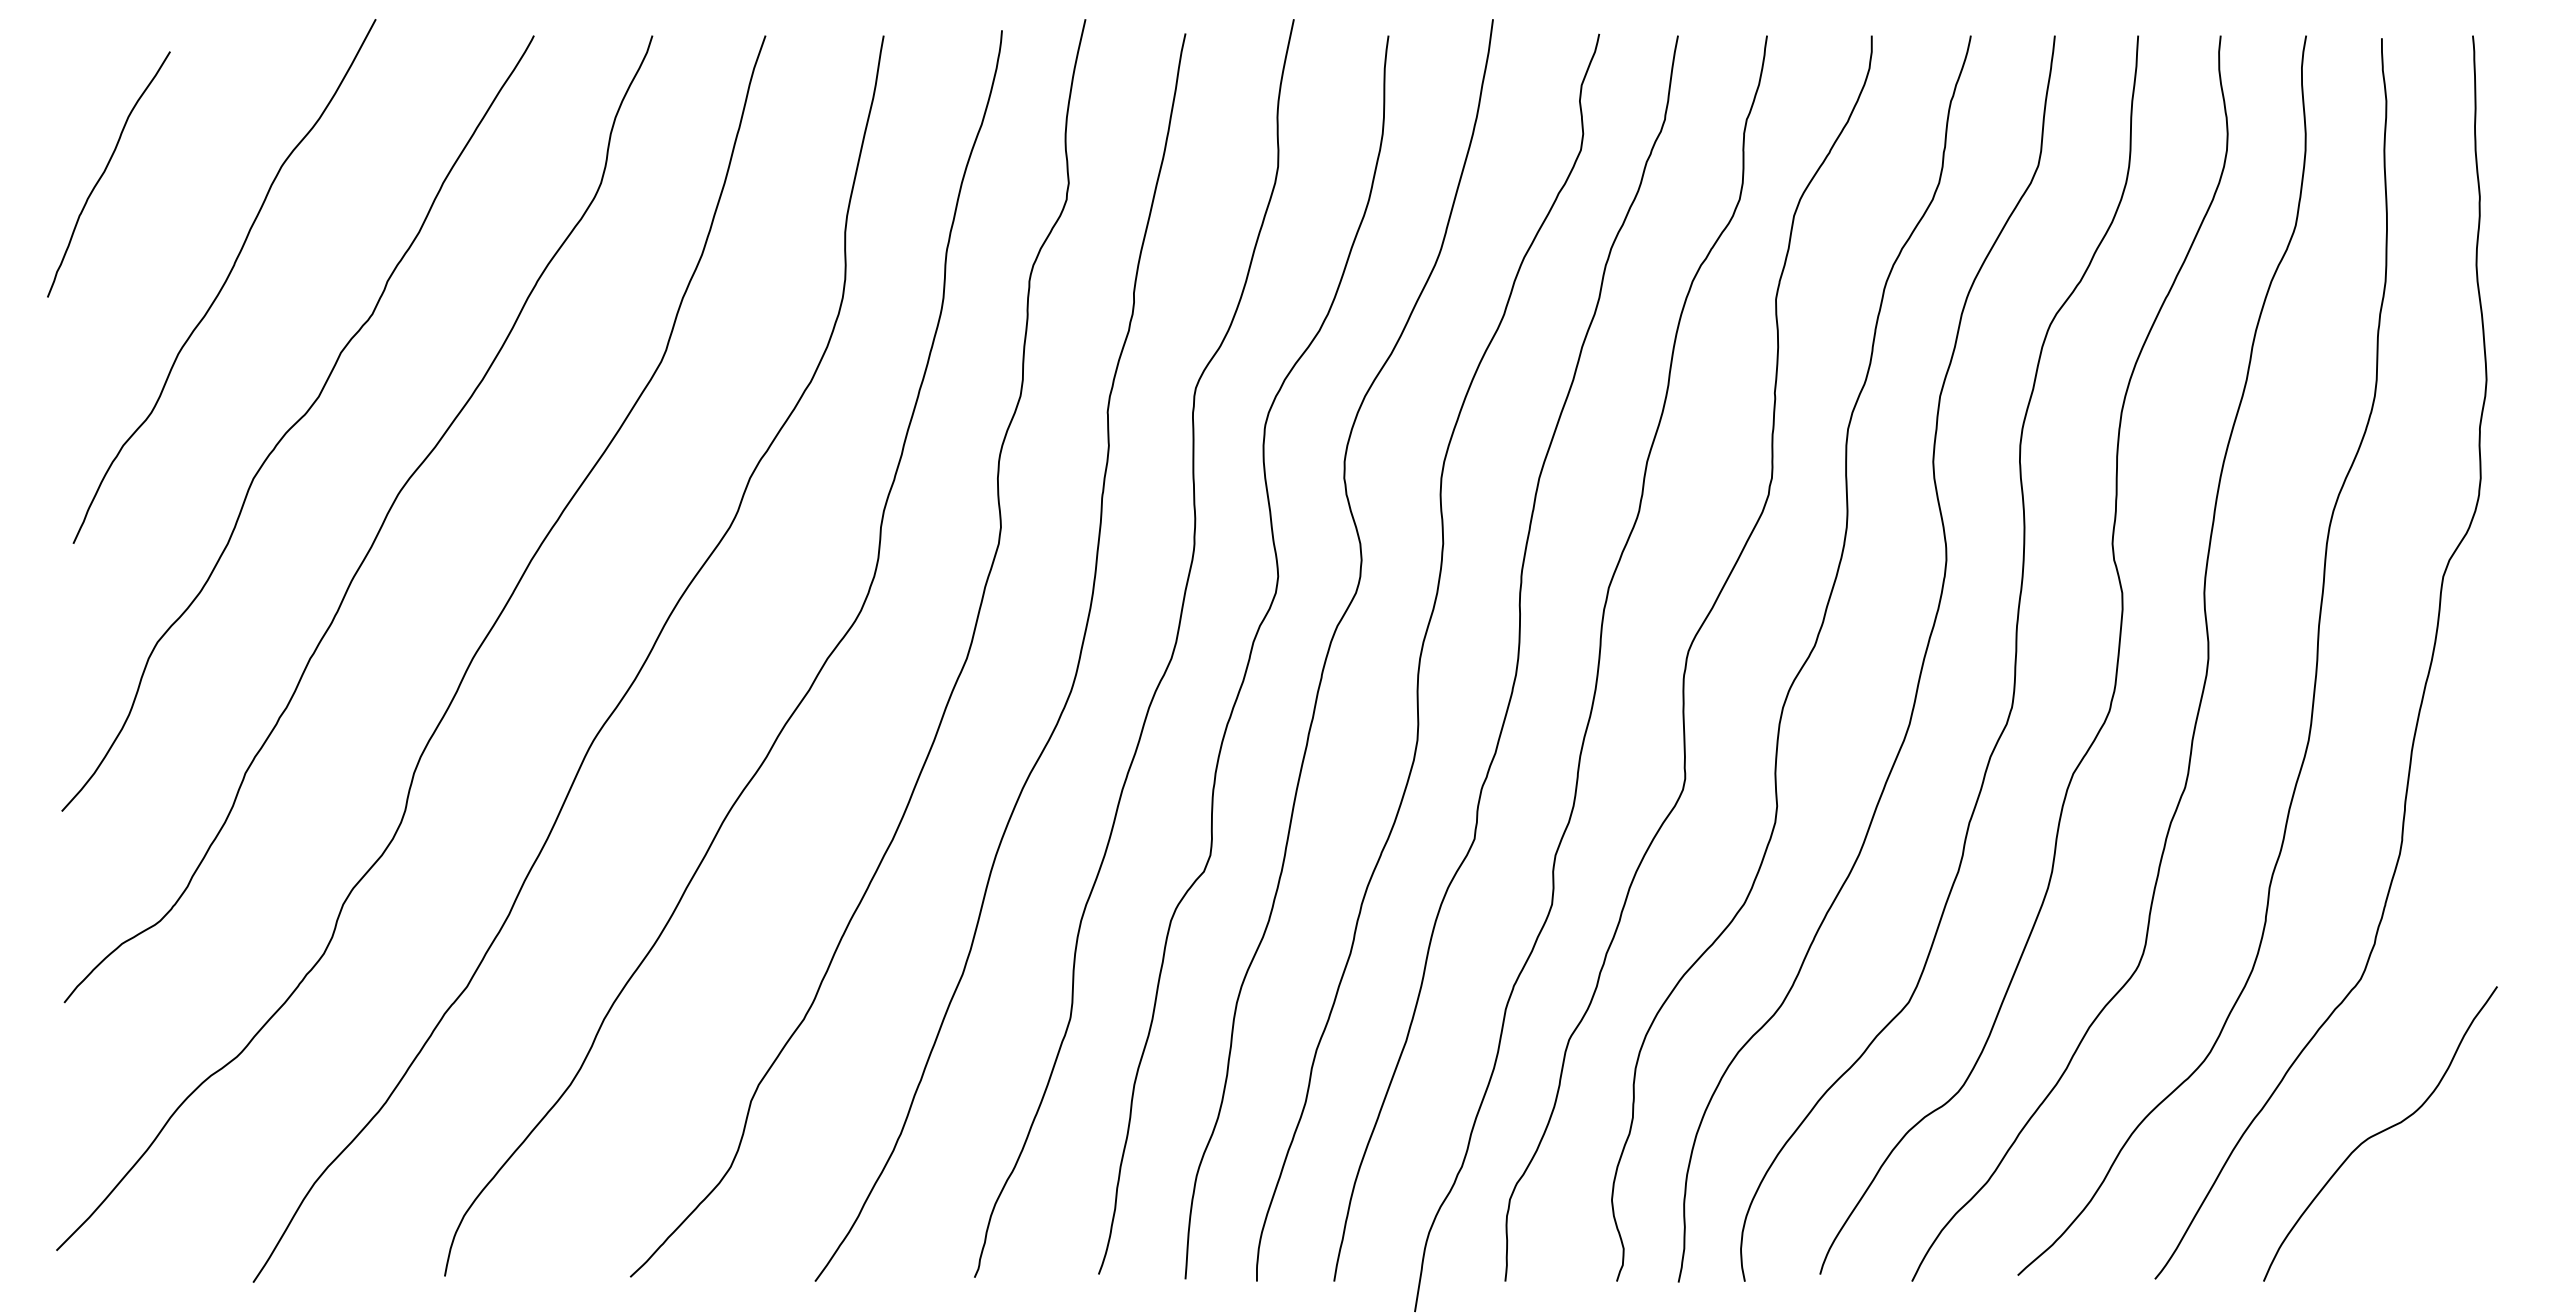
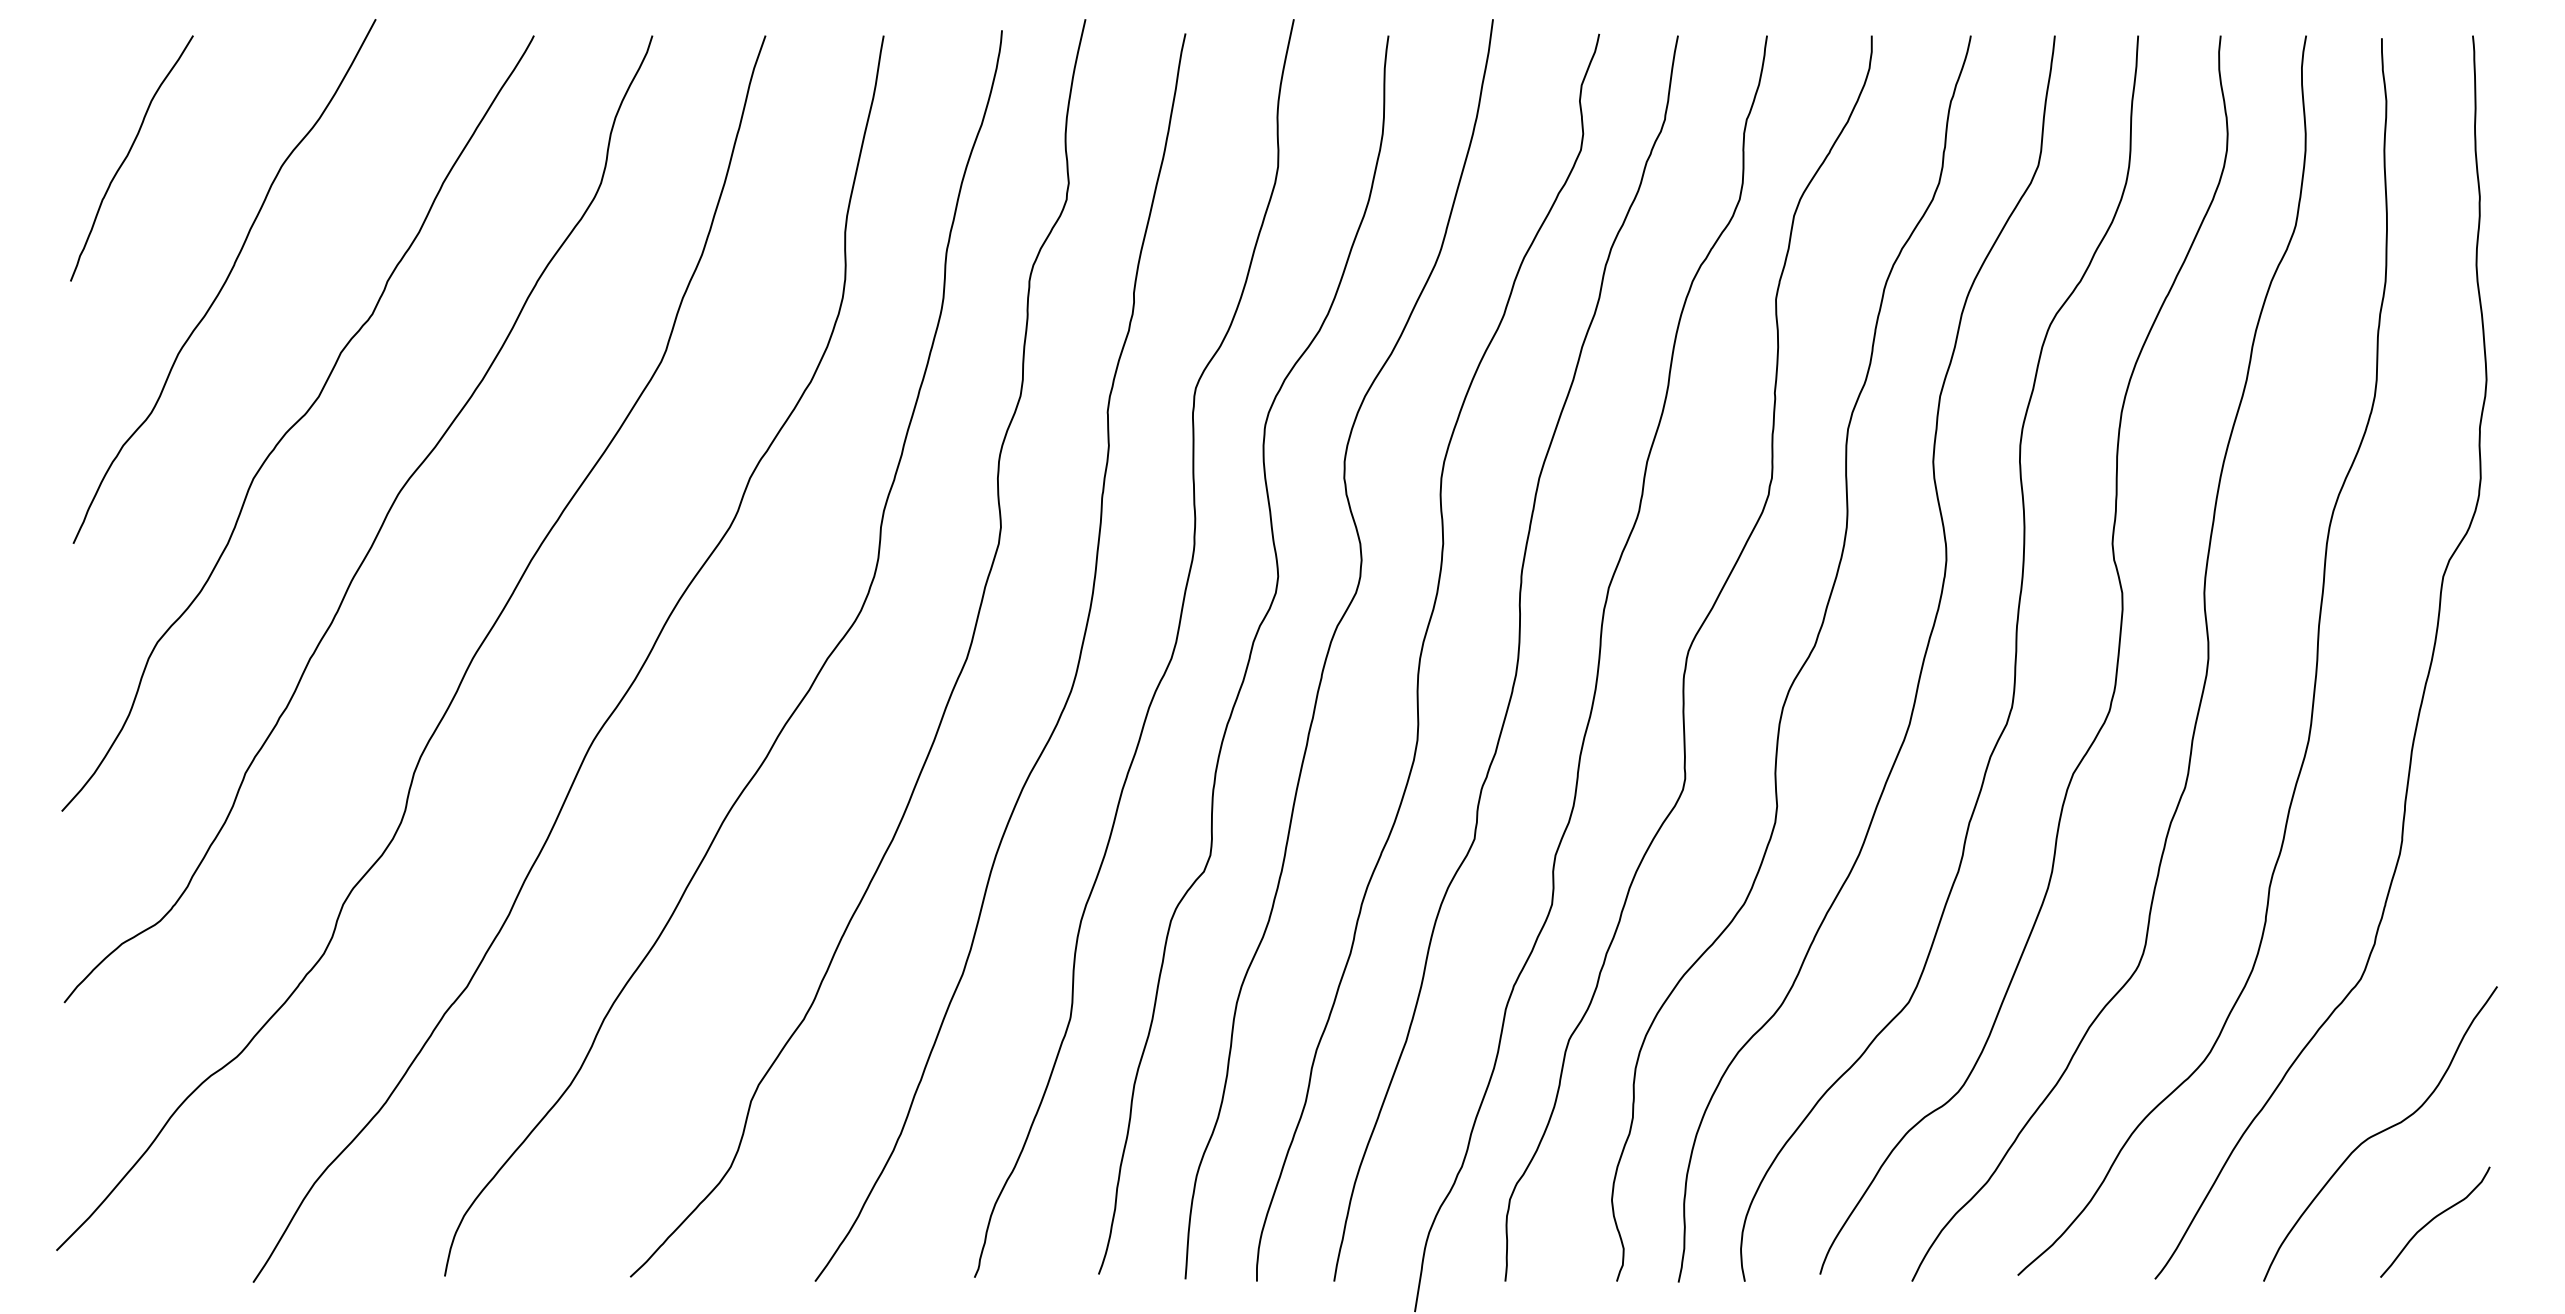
curve at (104, 173) position: (104, 173) -> (127, 157)
curve at (2434, 1219): none -> present
